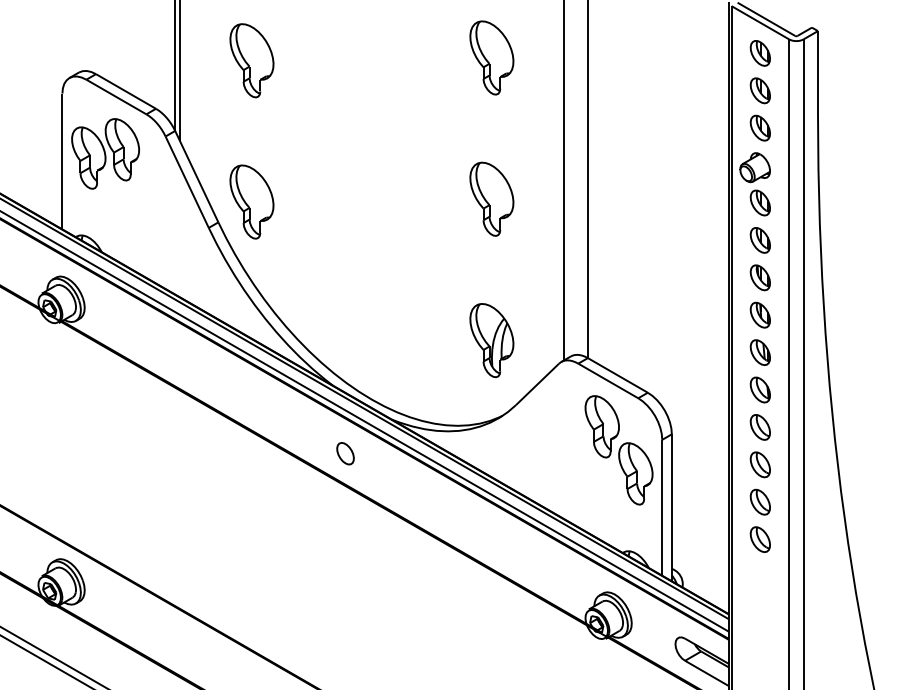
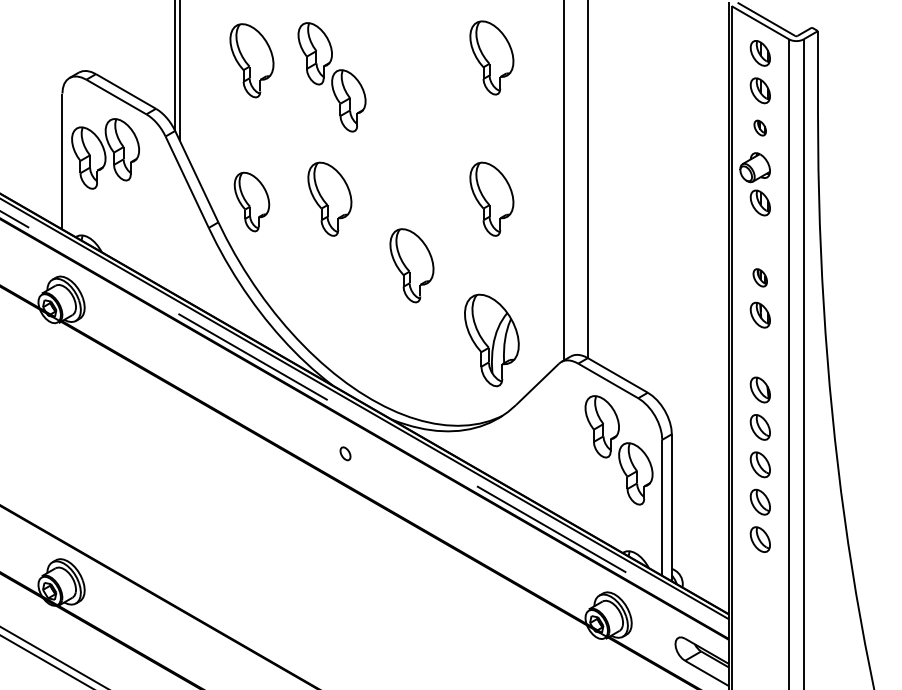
part at (331, 77): none -> present
part at (759, 127) size: 22x28 px -> 14x18 px
part at (329, 198): none -> present
part at (251, 201) size: 46x76 px -> 38x62 px
part at (759, 240): present -> none
part at (411, 265): none -> present
part at (759, 277) size: 22x28 px -> 16x20 px
part at (491, 340) size: 46x76 px -> 56x95 px
part at (759, 352): present -> none
line at (364, 421): solid -> dashed
part at (345, 453) size: 19x24 px -> 13x16 px
